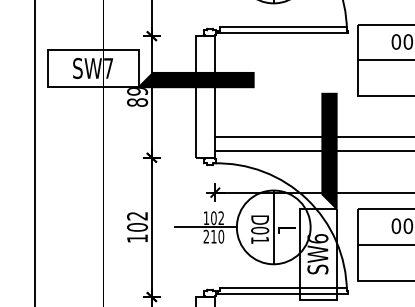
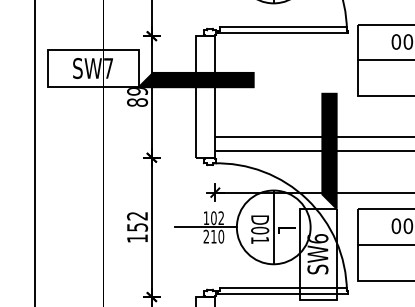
text at (137, 227): 102 -> 152
